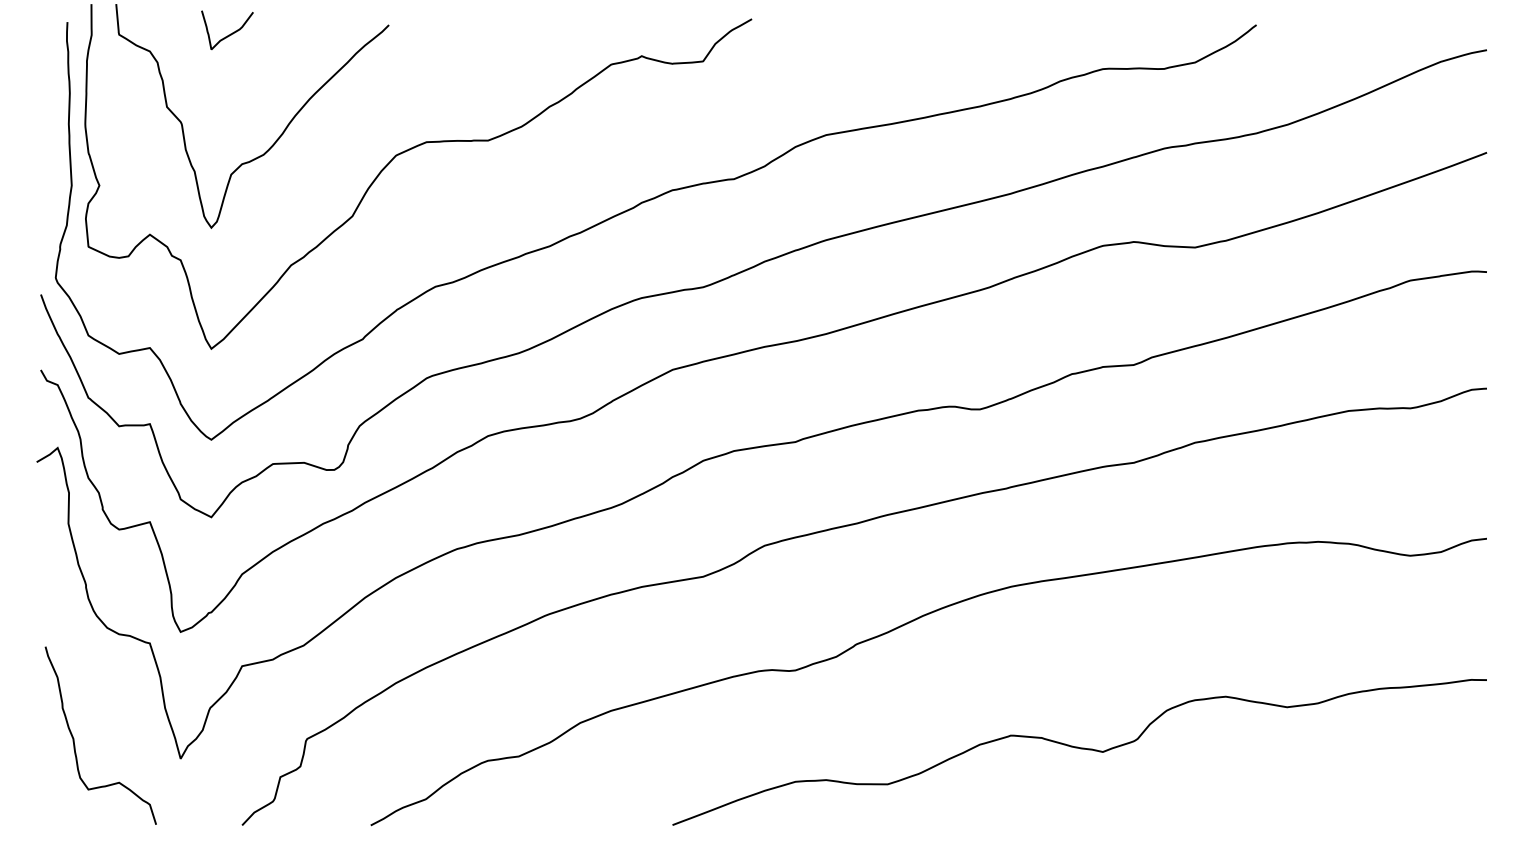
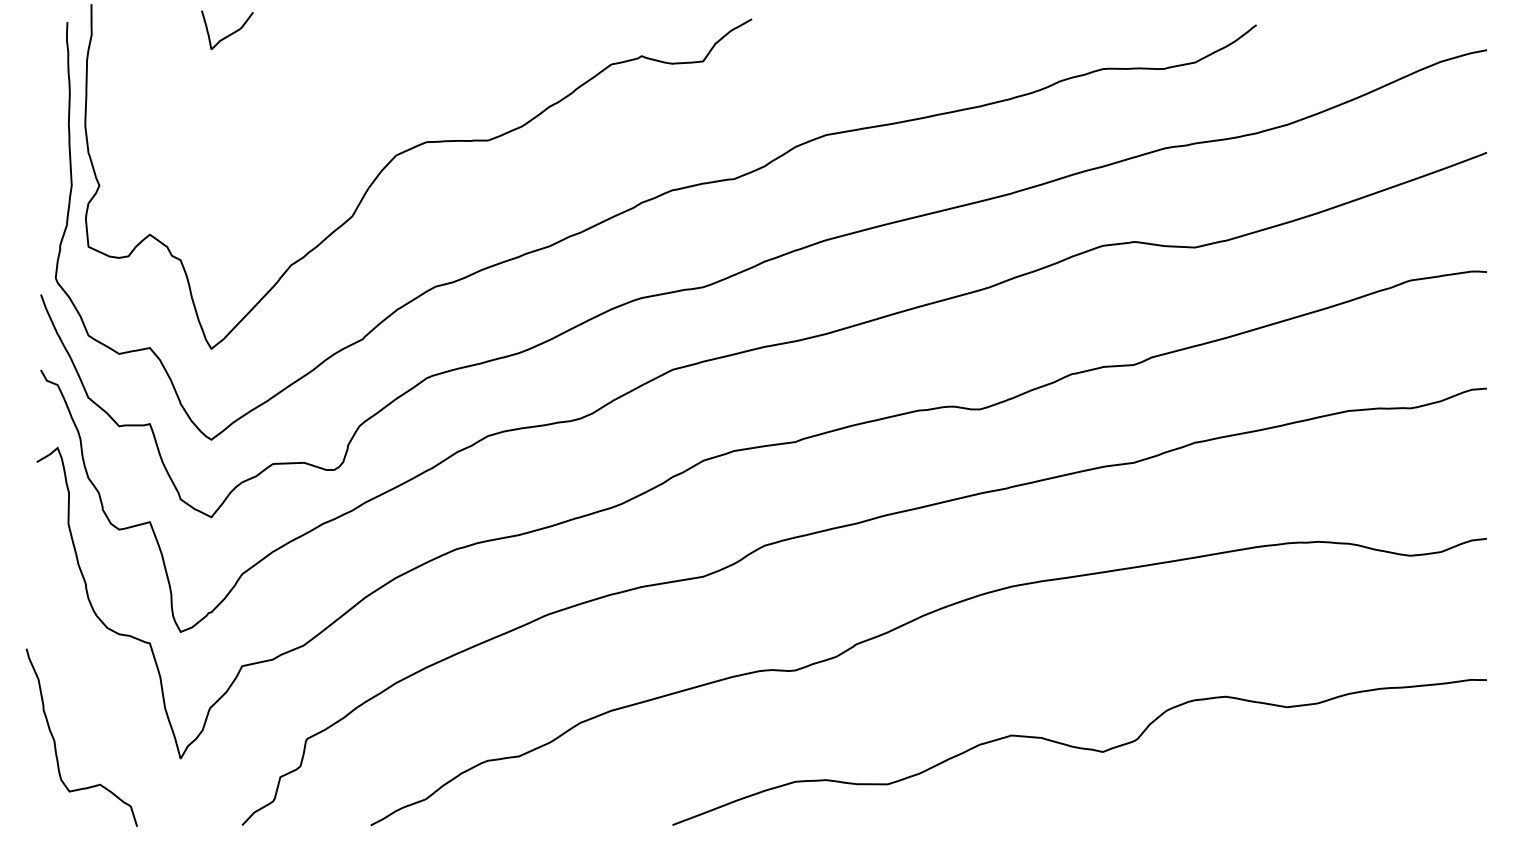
curve at (279, 135): present -> none
curve at (74, 738) position: (74, 738) -> (55, 740)
